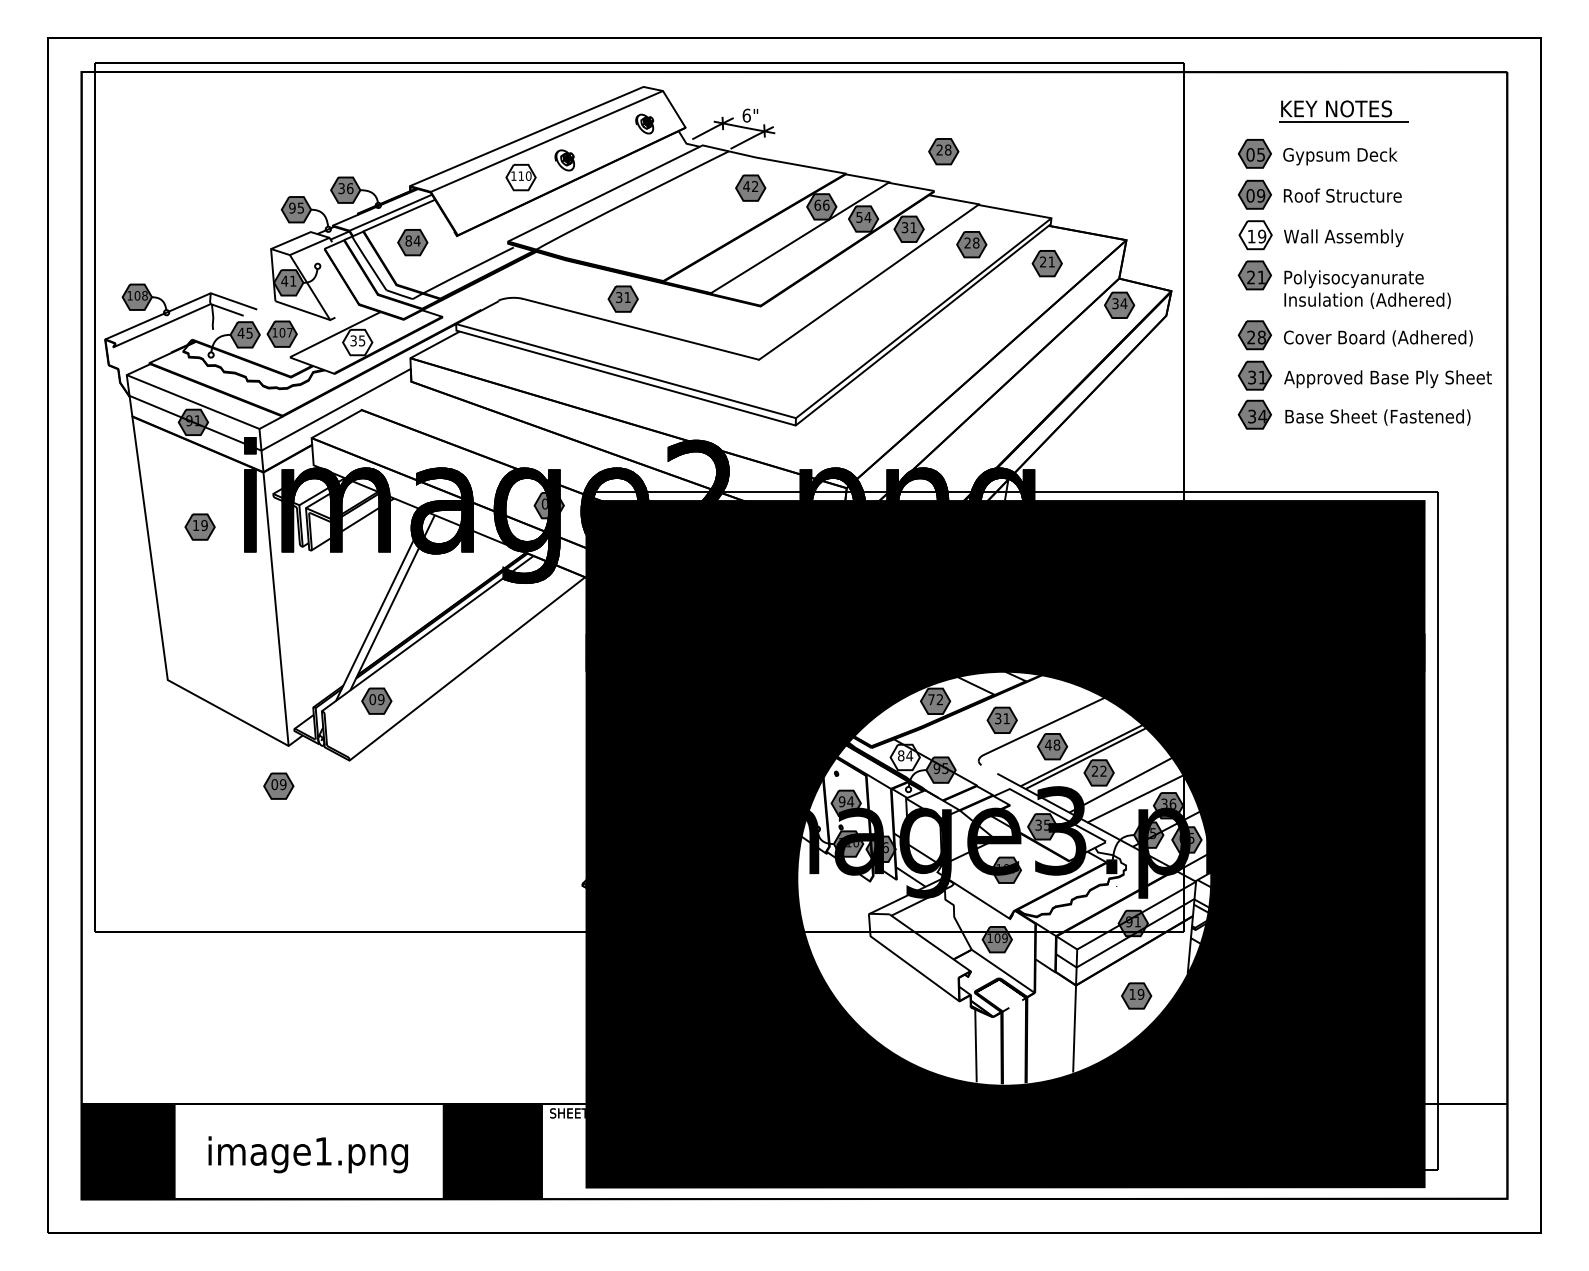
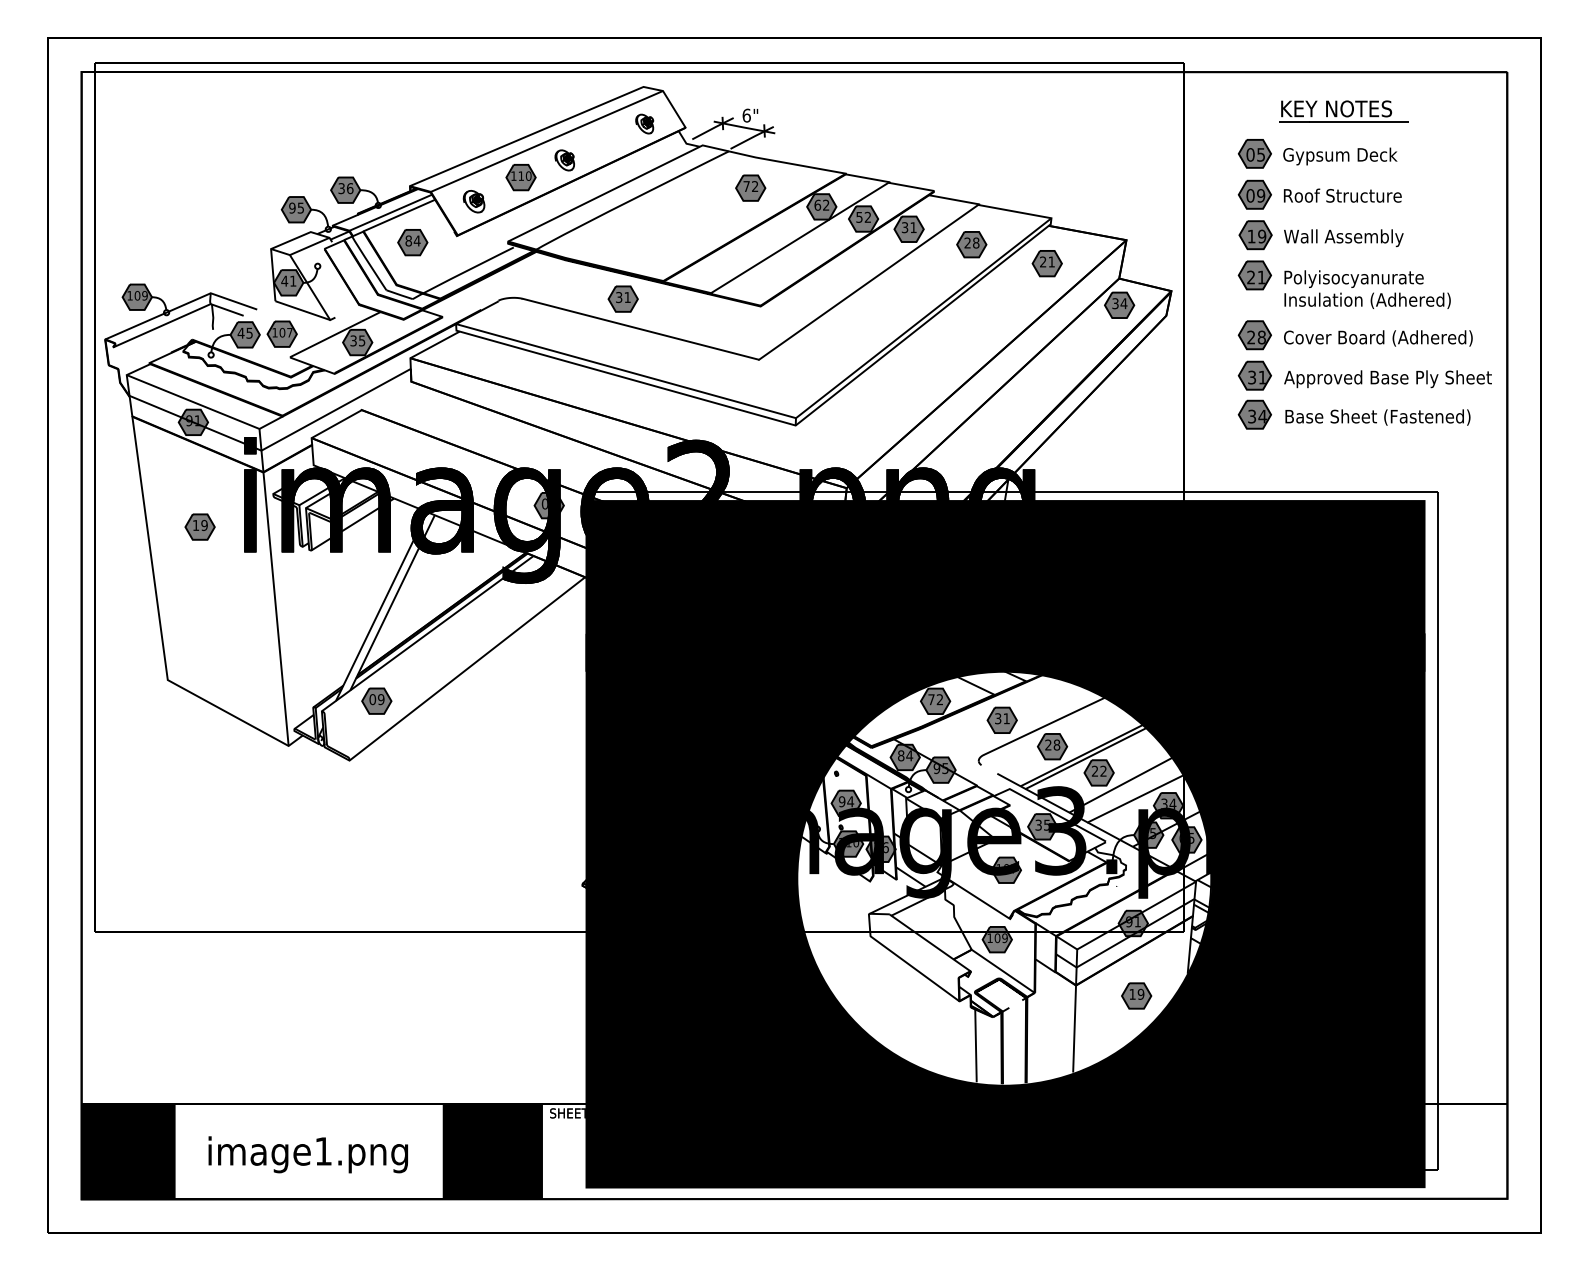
part at (943, 151): present -> none
fill at (520, 177): none -> present
text at (746, 186): 42 -> 72
part at (473, 201): none -> present
text at (826, 204): 66 -> 62
text at (867, 217): 54 -> 52
fill at (1255, 235): none -> present
text at (144, 295): 108 -> 109
fill at (357, 342): none -> present
text at (1048, 744): 48 -> 28
fill at (904, 757): none -> present
part at (278, 785): present -> none
text at (1172, 803): 36 -> 34
